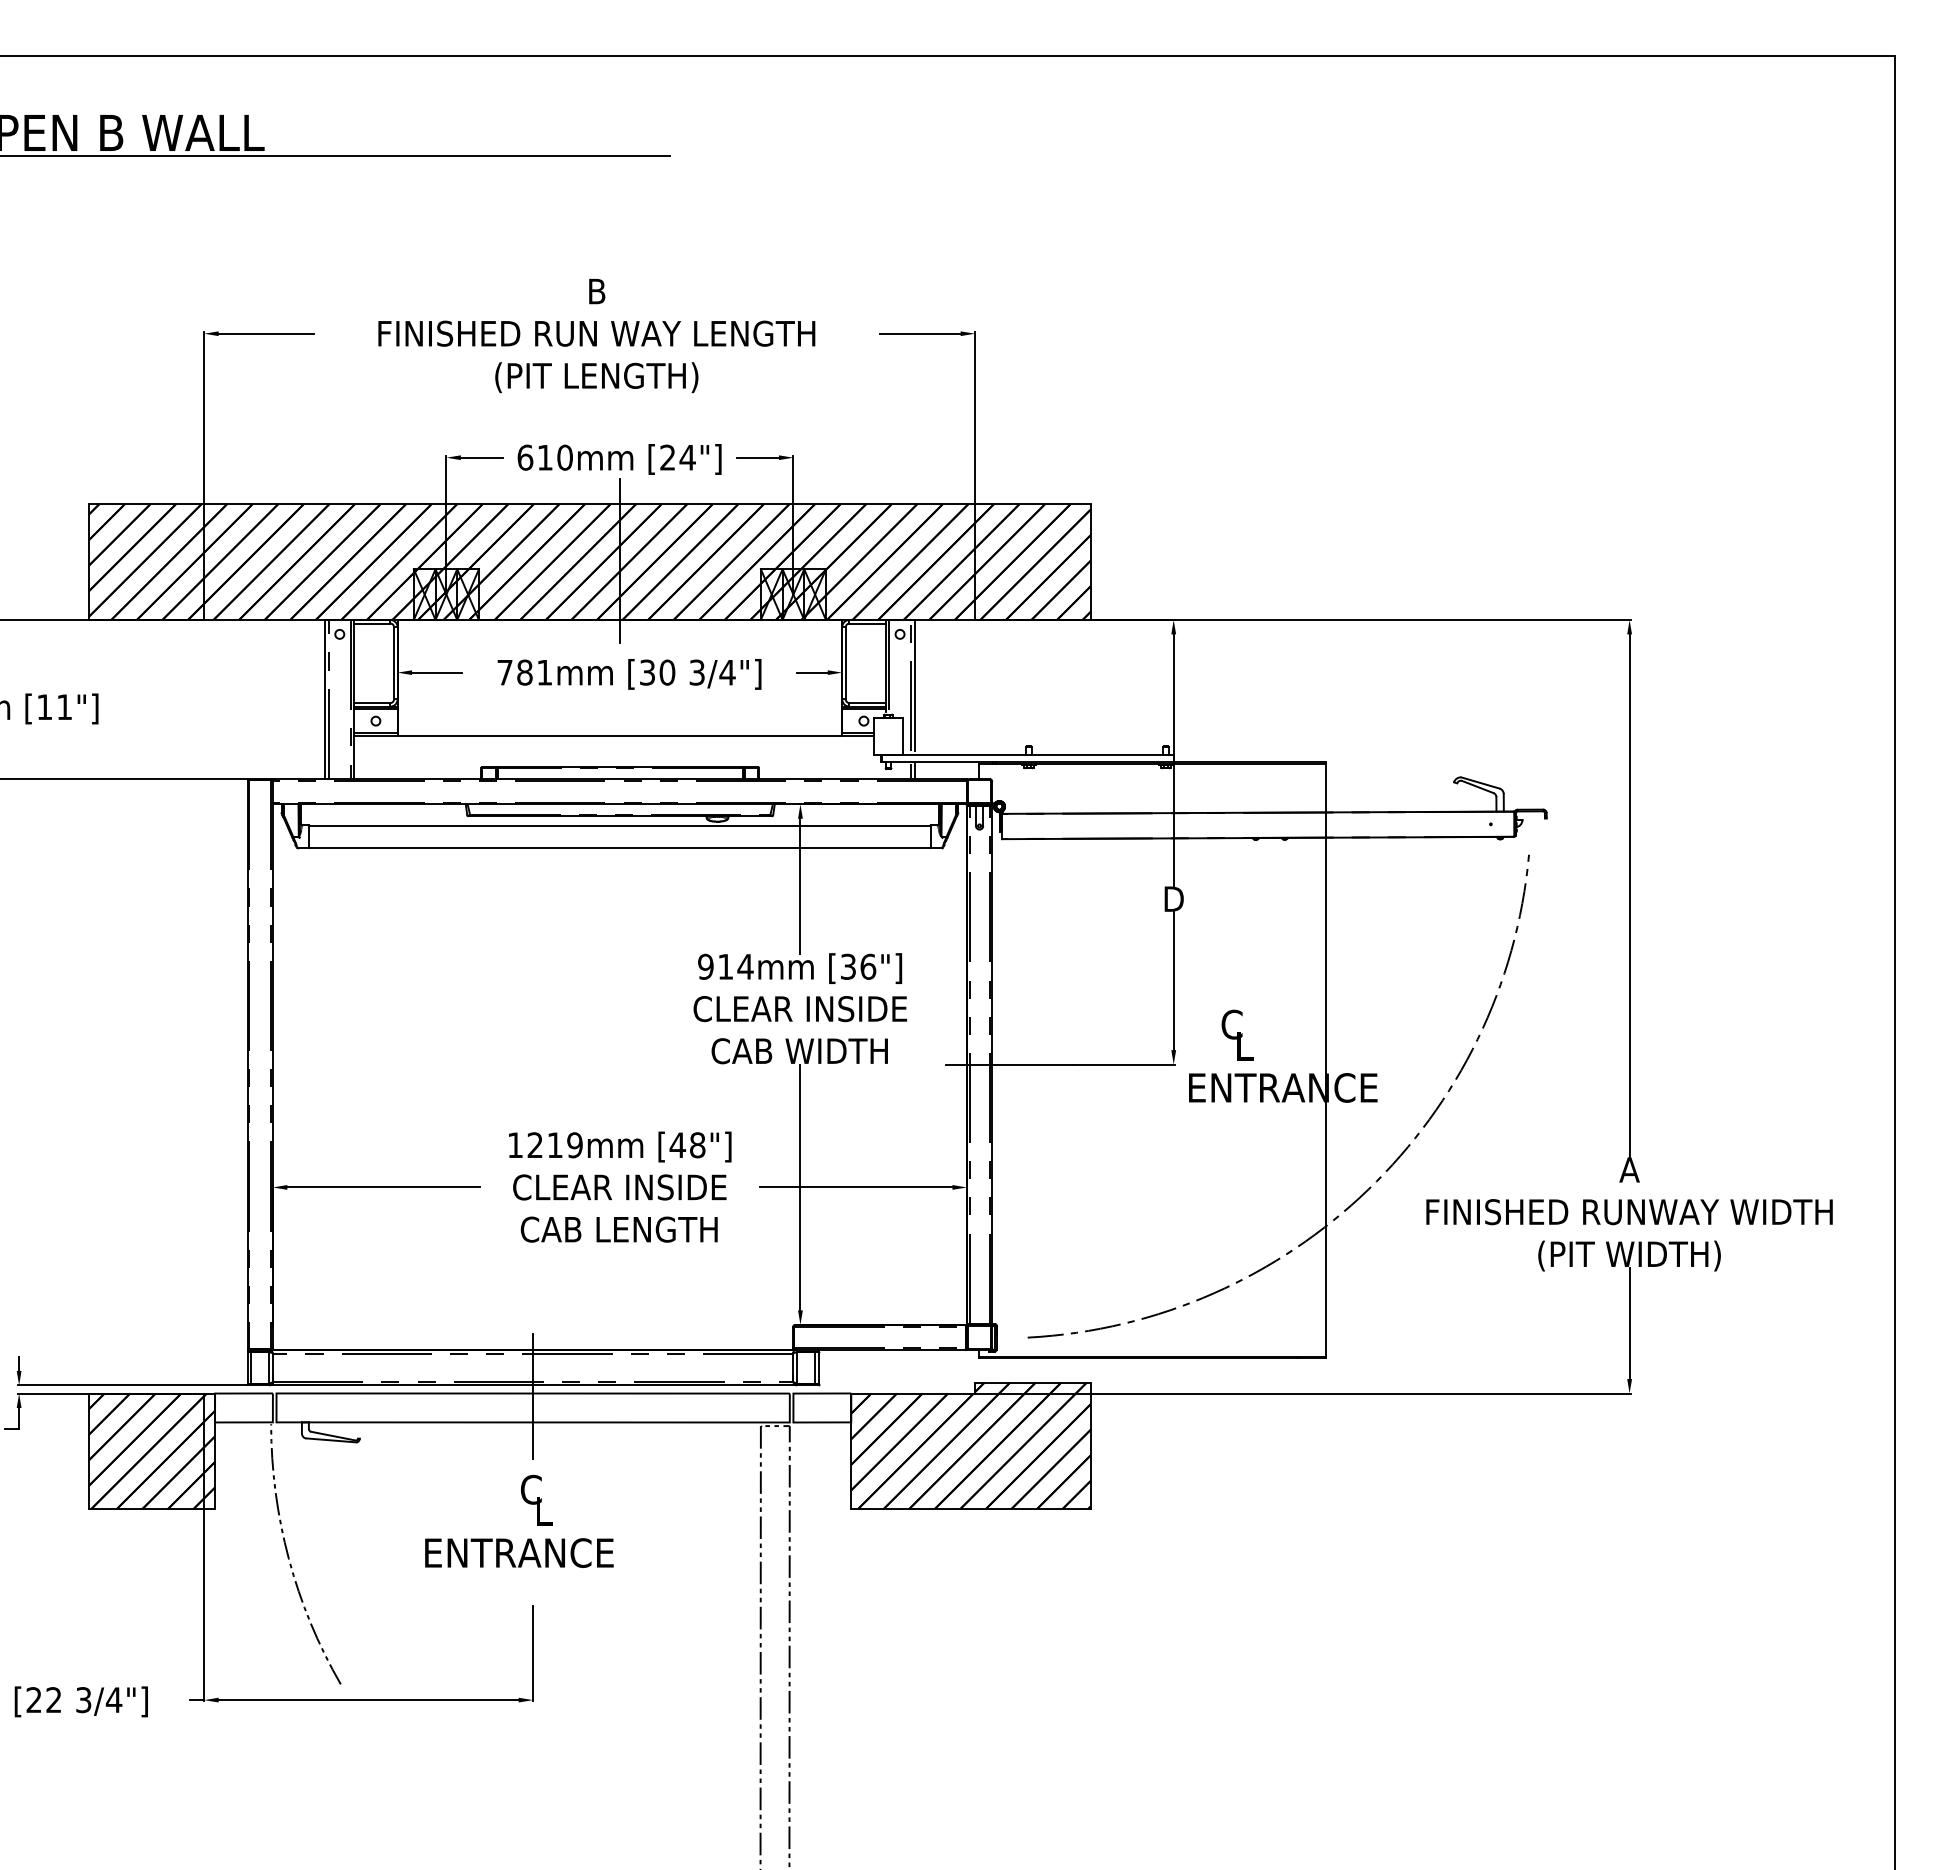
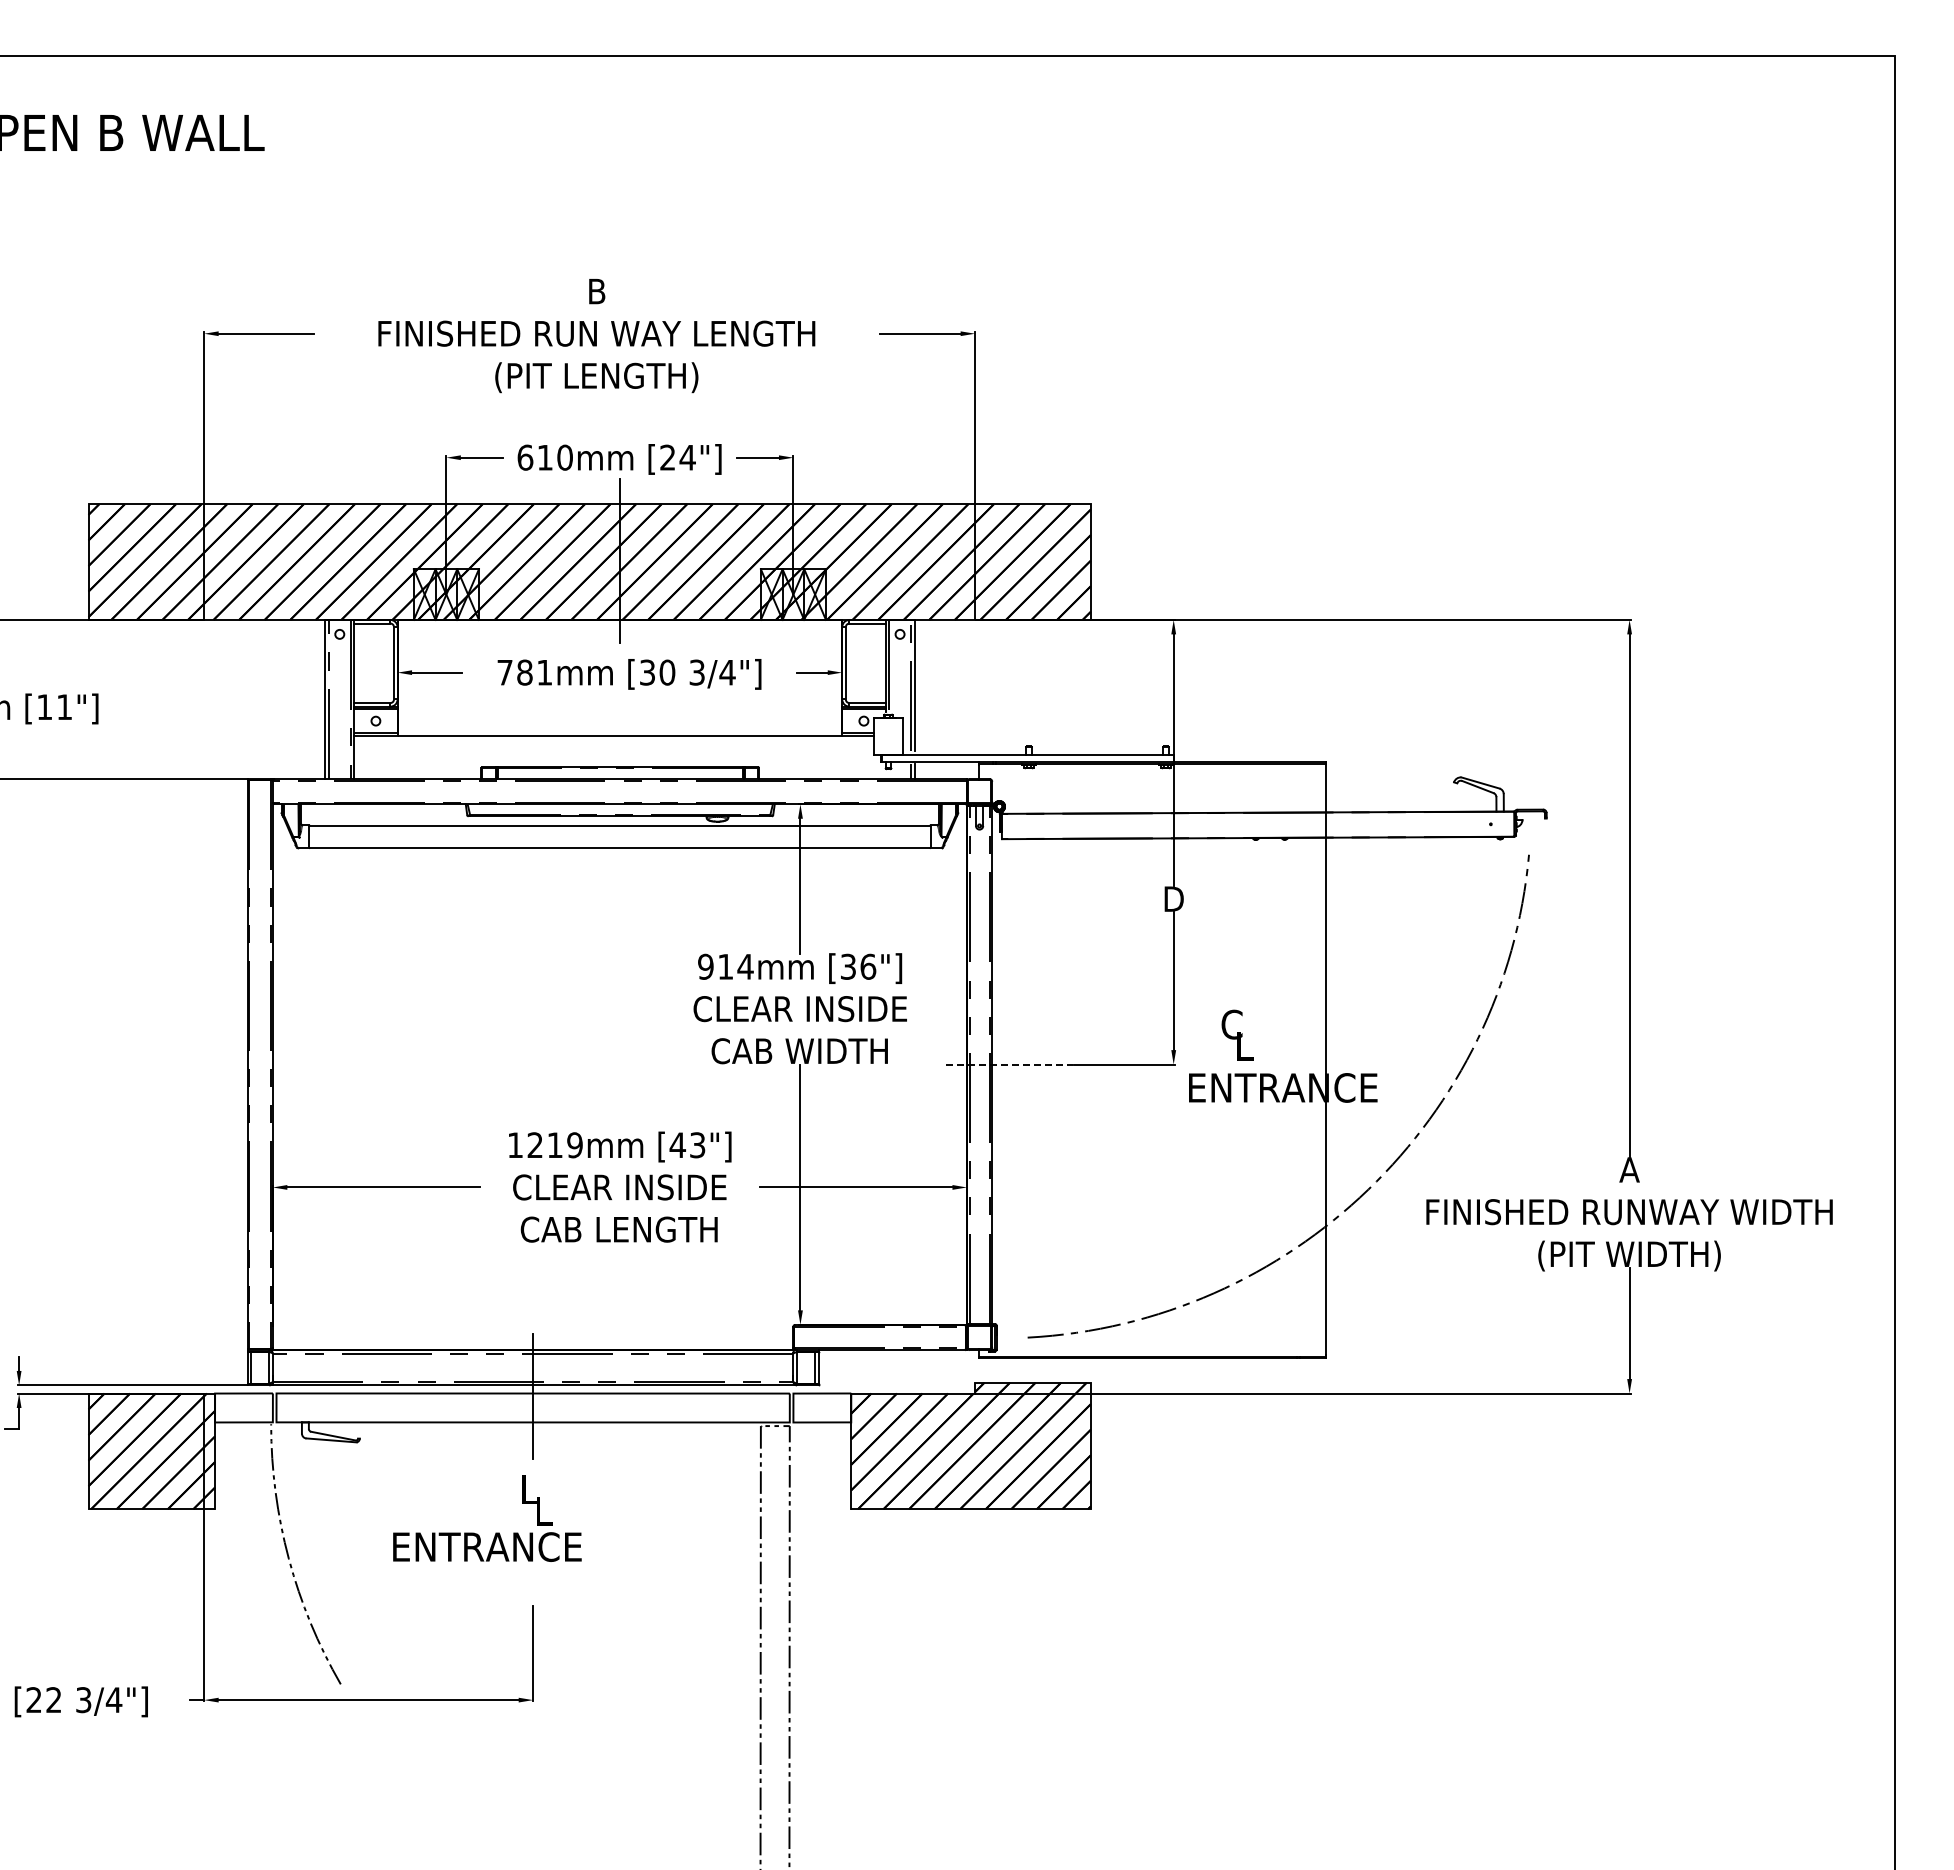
line at (336, 155): present -> none
line at (1009, 1064): solid -> dashed
text at (697, 1145): [48"] -> [43"]
text at (530, 1489): C -> L
text at (519, 1552) position: (519, 1552) -> (487, 1546)
